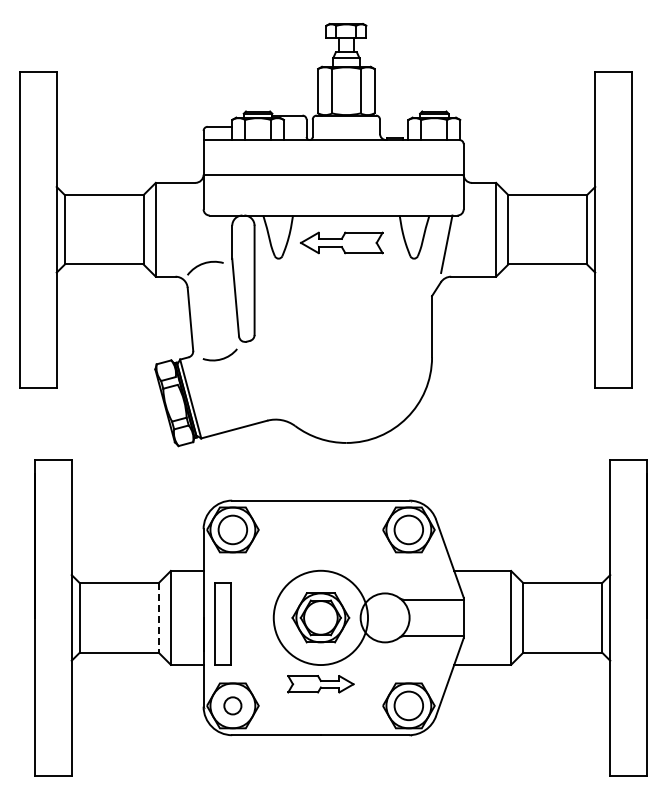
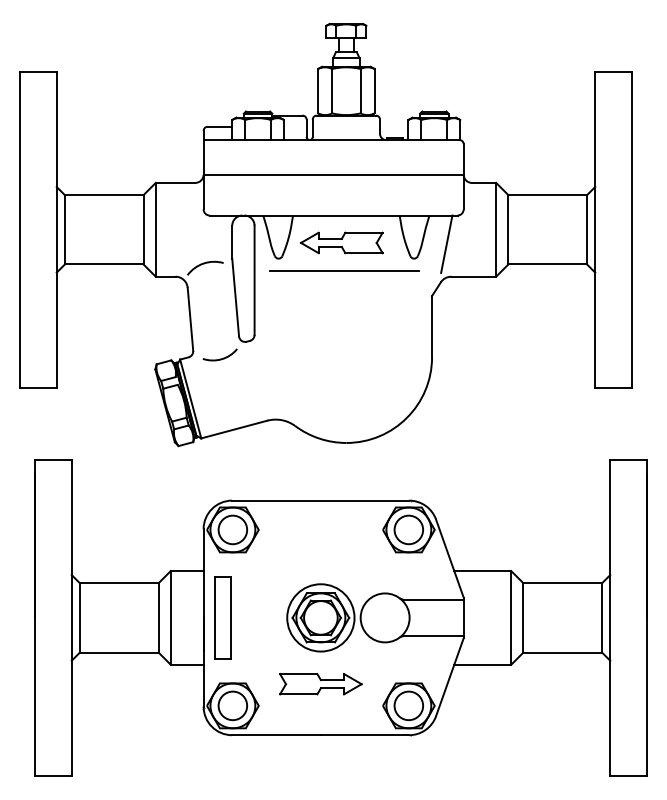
line at (344, 270): none -> present
line at (158, 617): dashed -> solid
circle at (320, 617) diameter: 94 px -> 67 px
part at (222, 623) position: (222, 623) -> (222, 617)
part at (320, 684) size: 68x19 px -> 84x23 px
circle at (232, 705) diameter: 17 px -> 29 px
